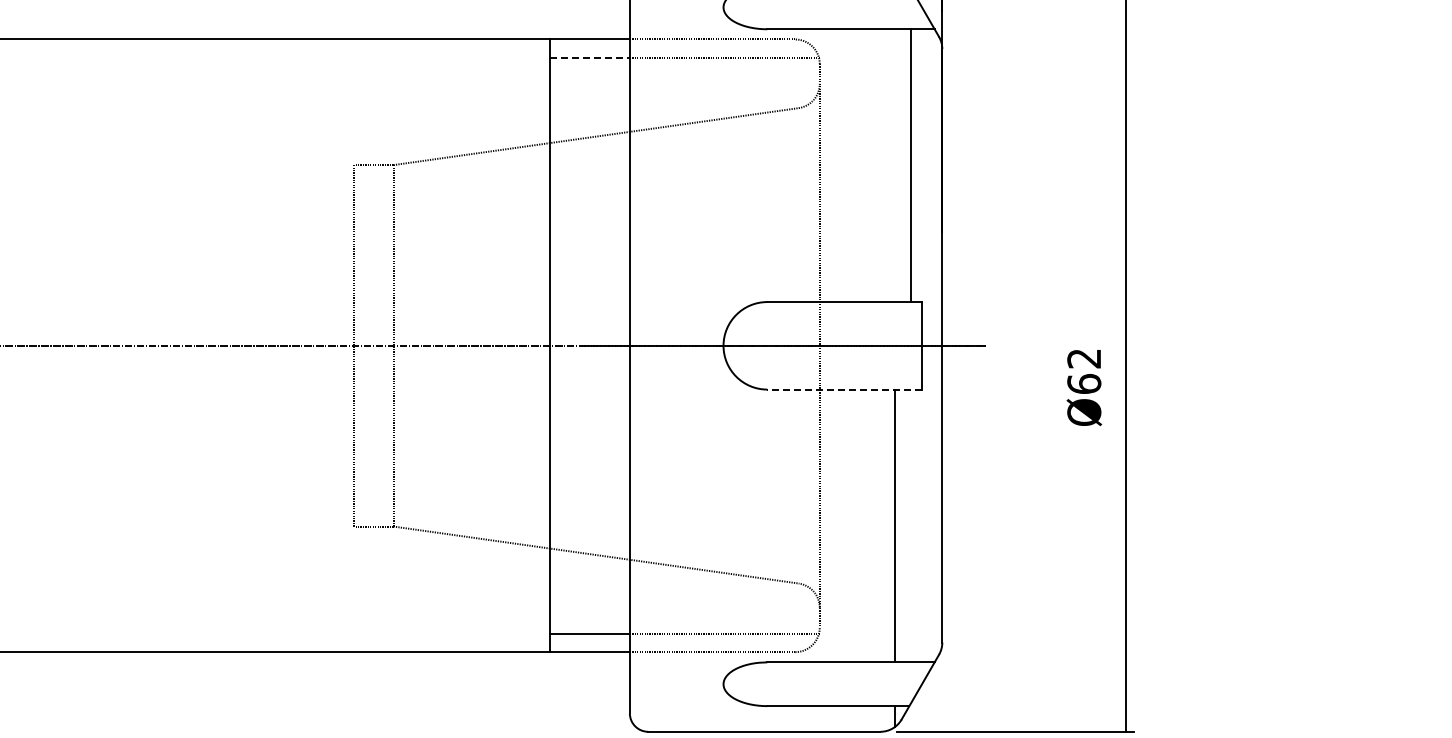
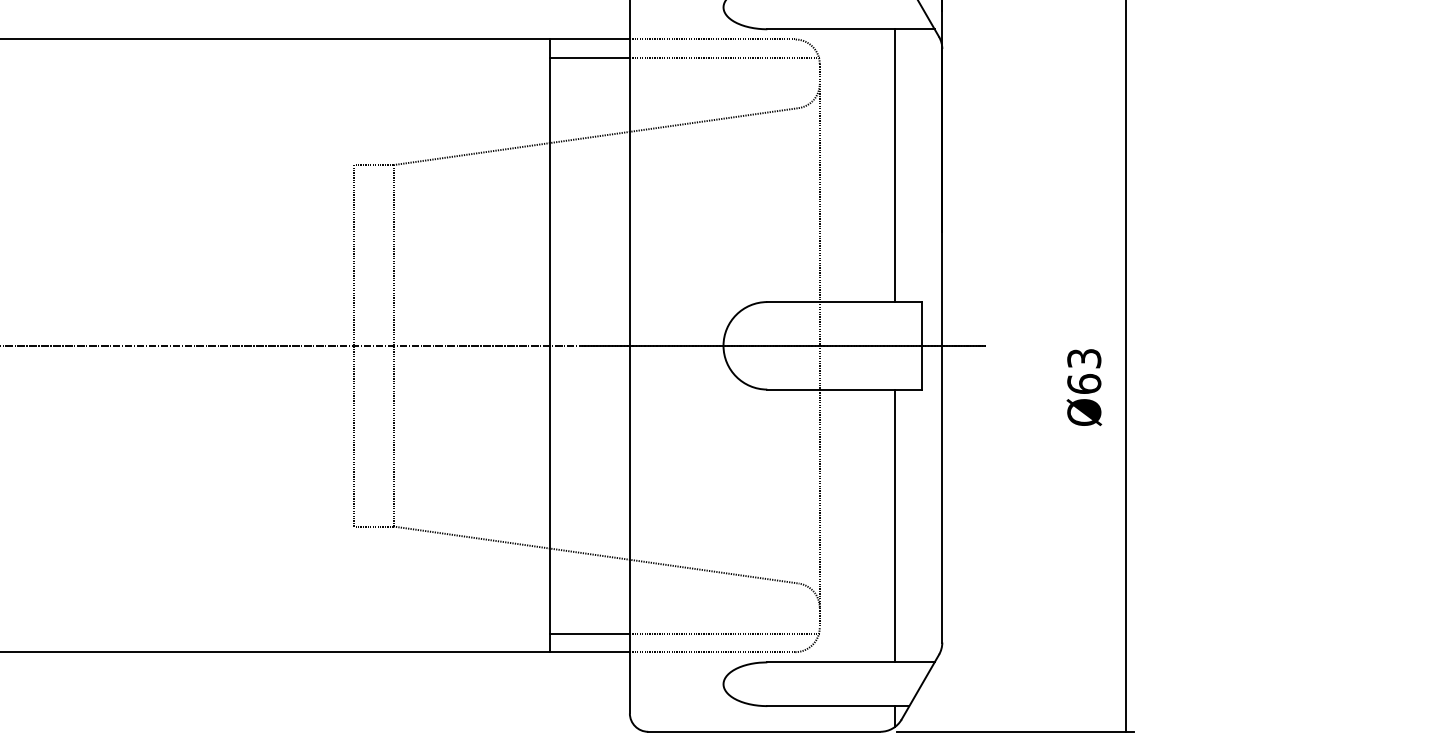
line at (590, 57): dashed -> solid
line at (910, 165) position: (910, 165) -> (894, 165)
text at (1084, 358): Ø62 -> Ø63
line at (844, 389): dashed -> solid
